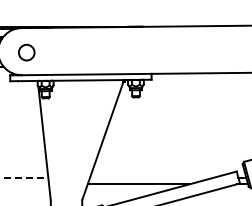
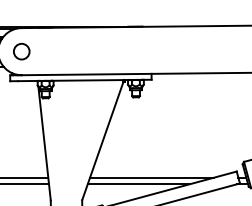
circle at (26, 52) position: (26, 52) -> (21, 51)
line at (24, 177): dashed -> solid
line at (152, 177): none -> present
line at (25, 184): none -> present
